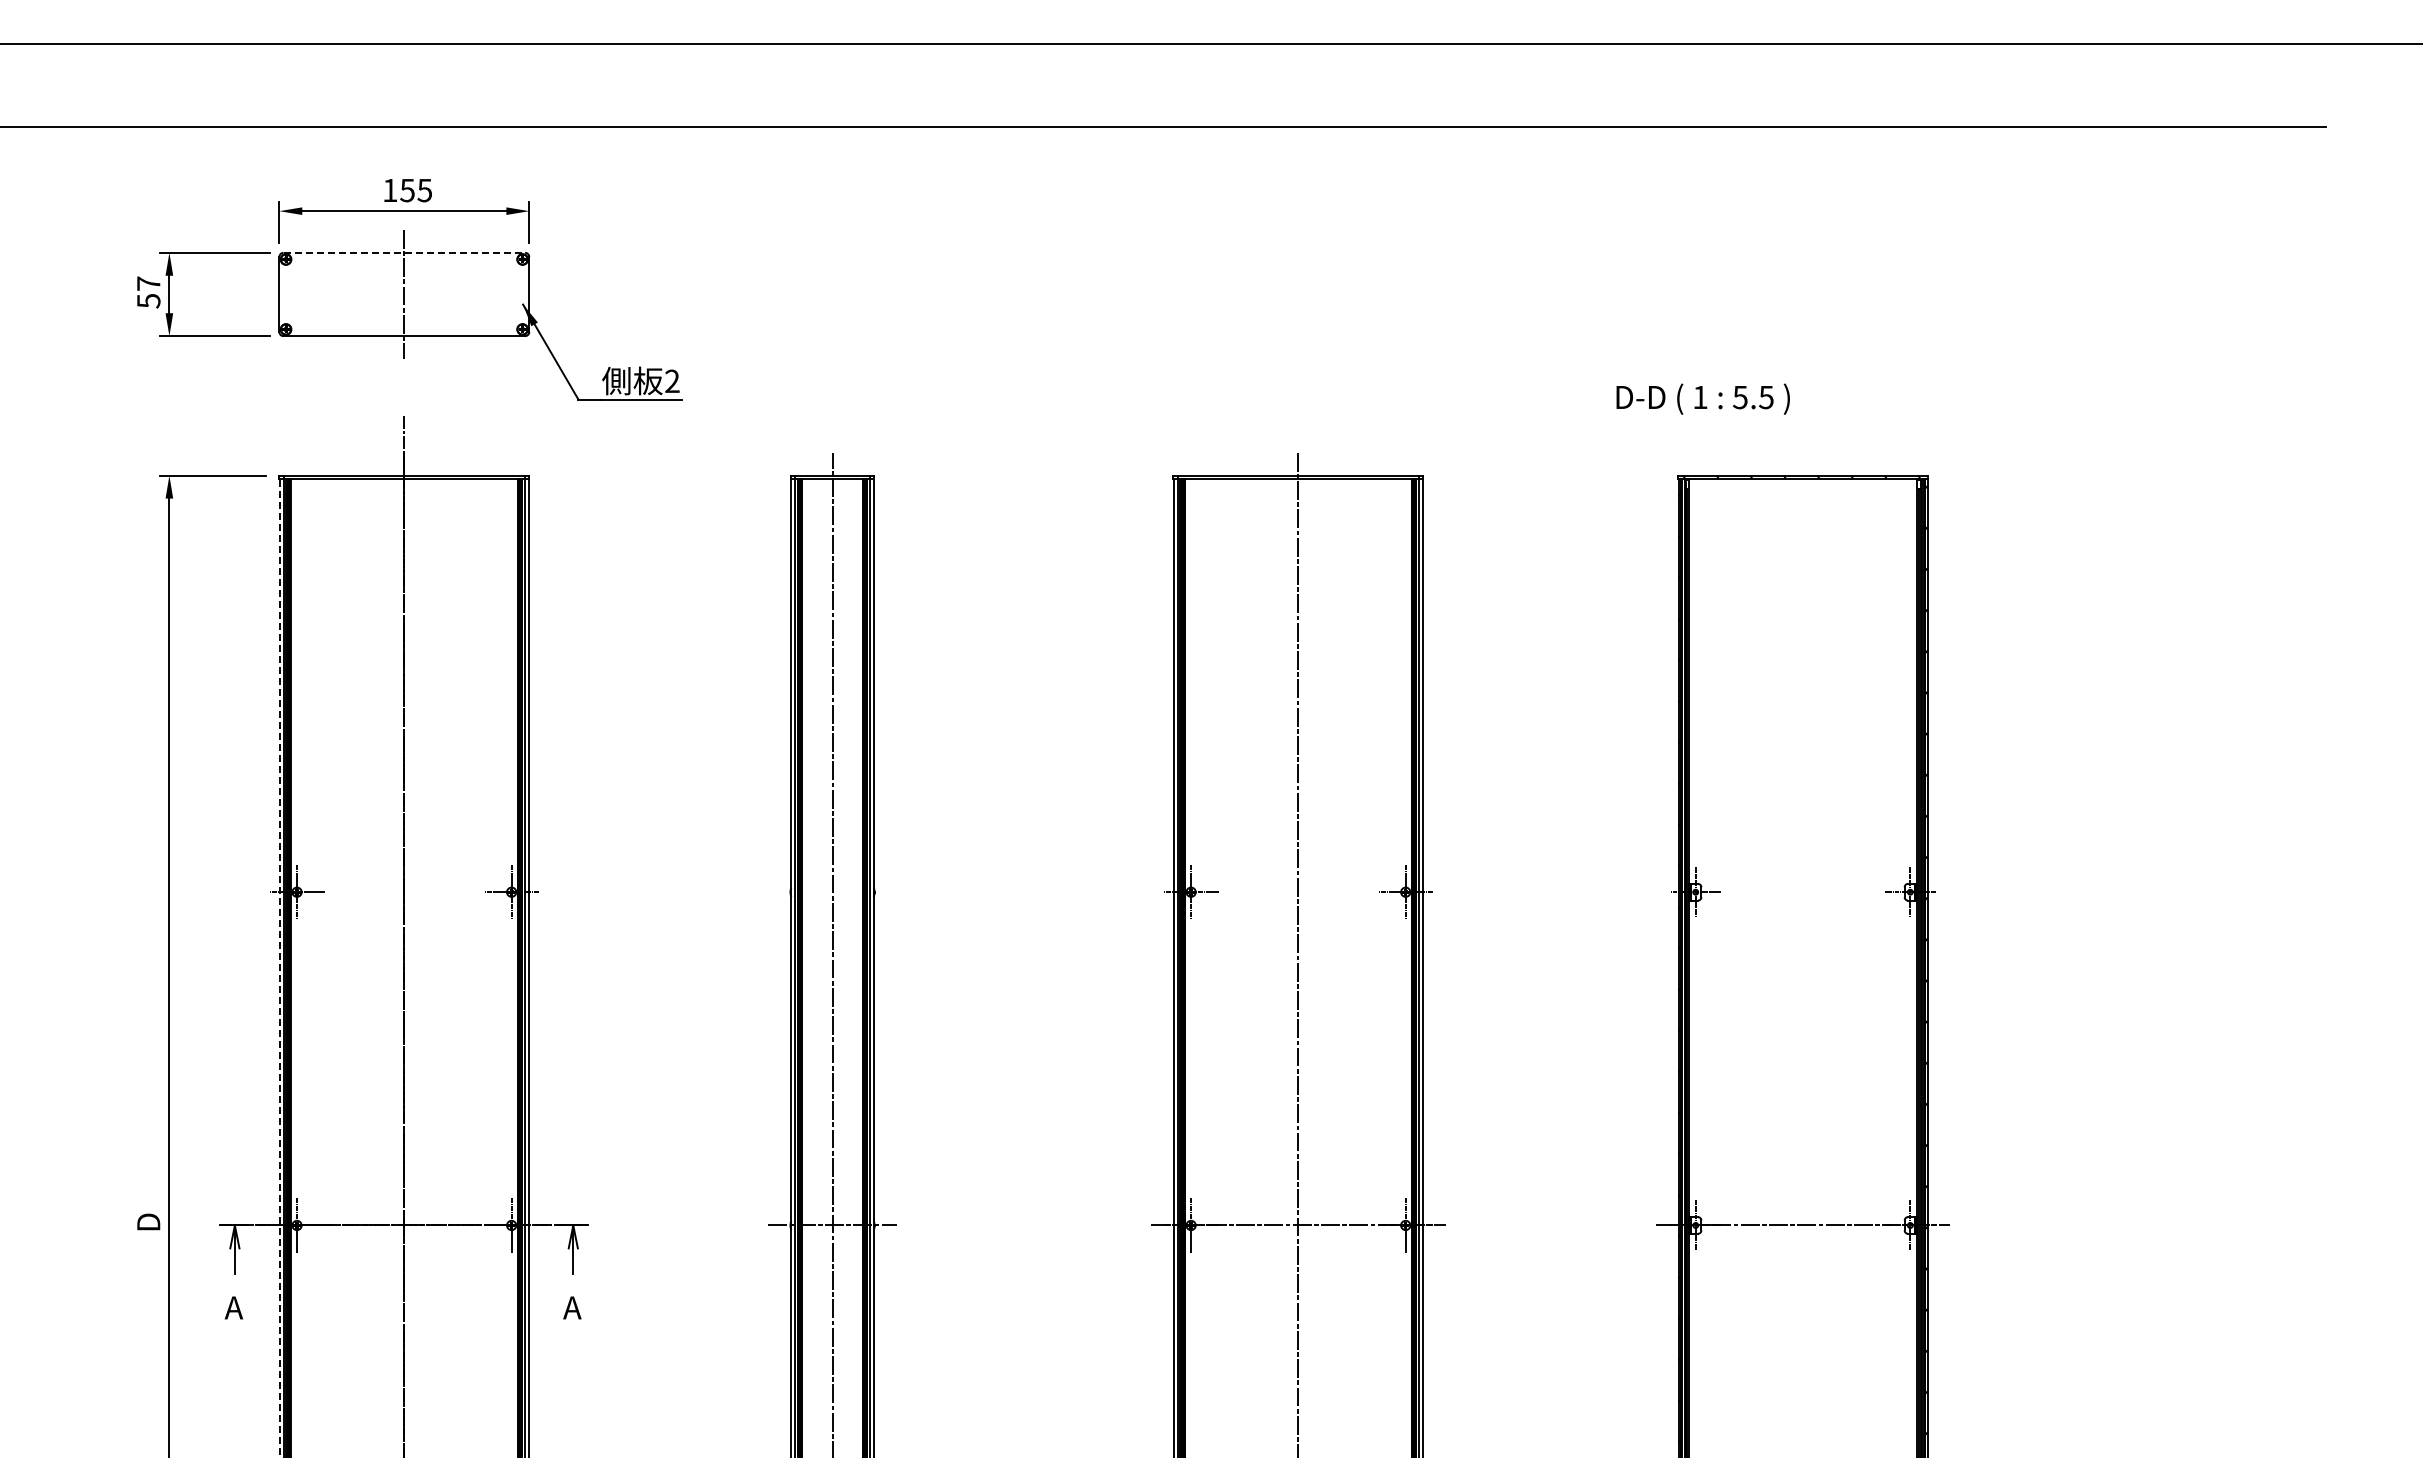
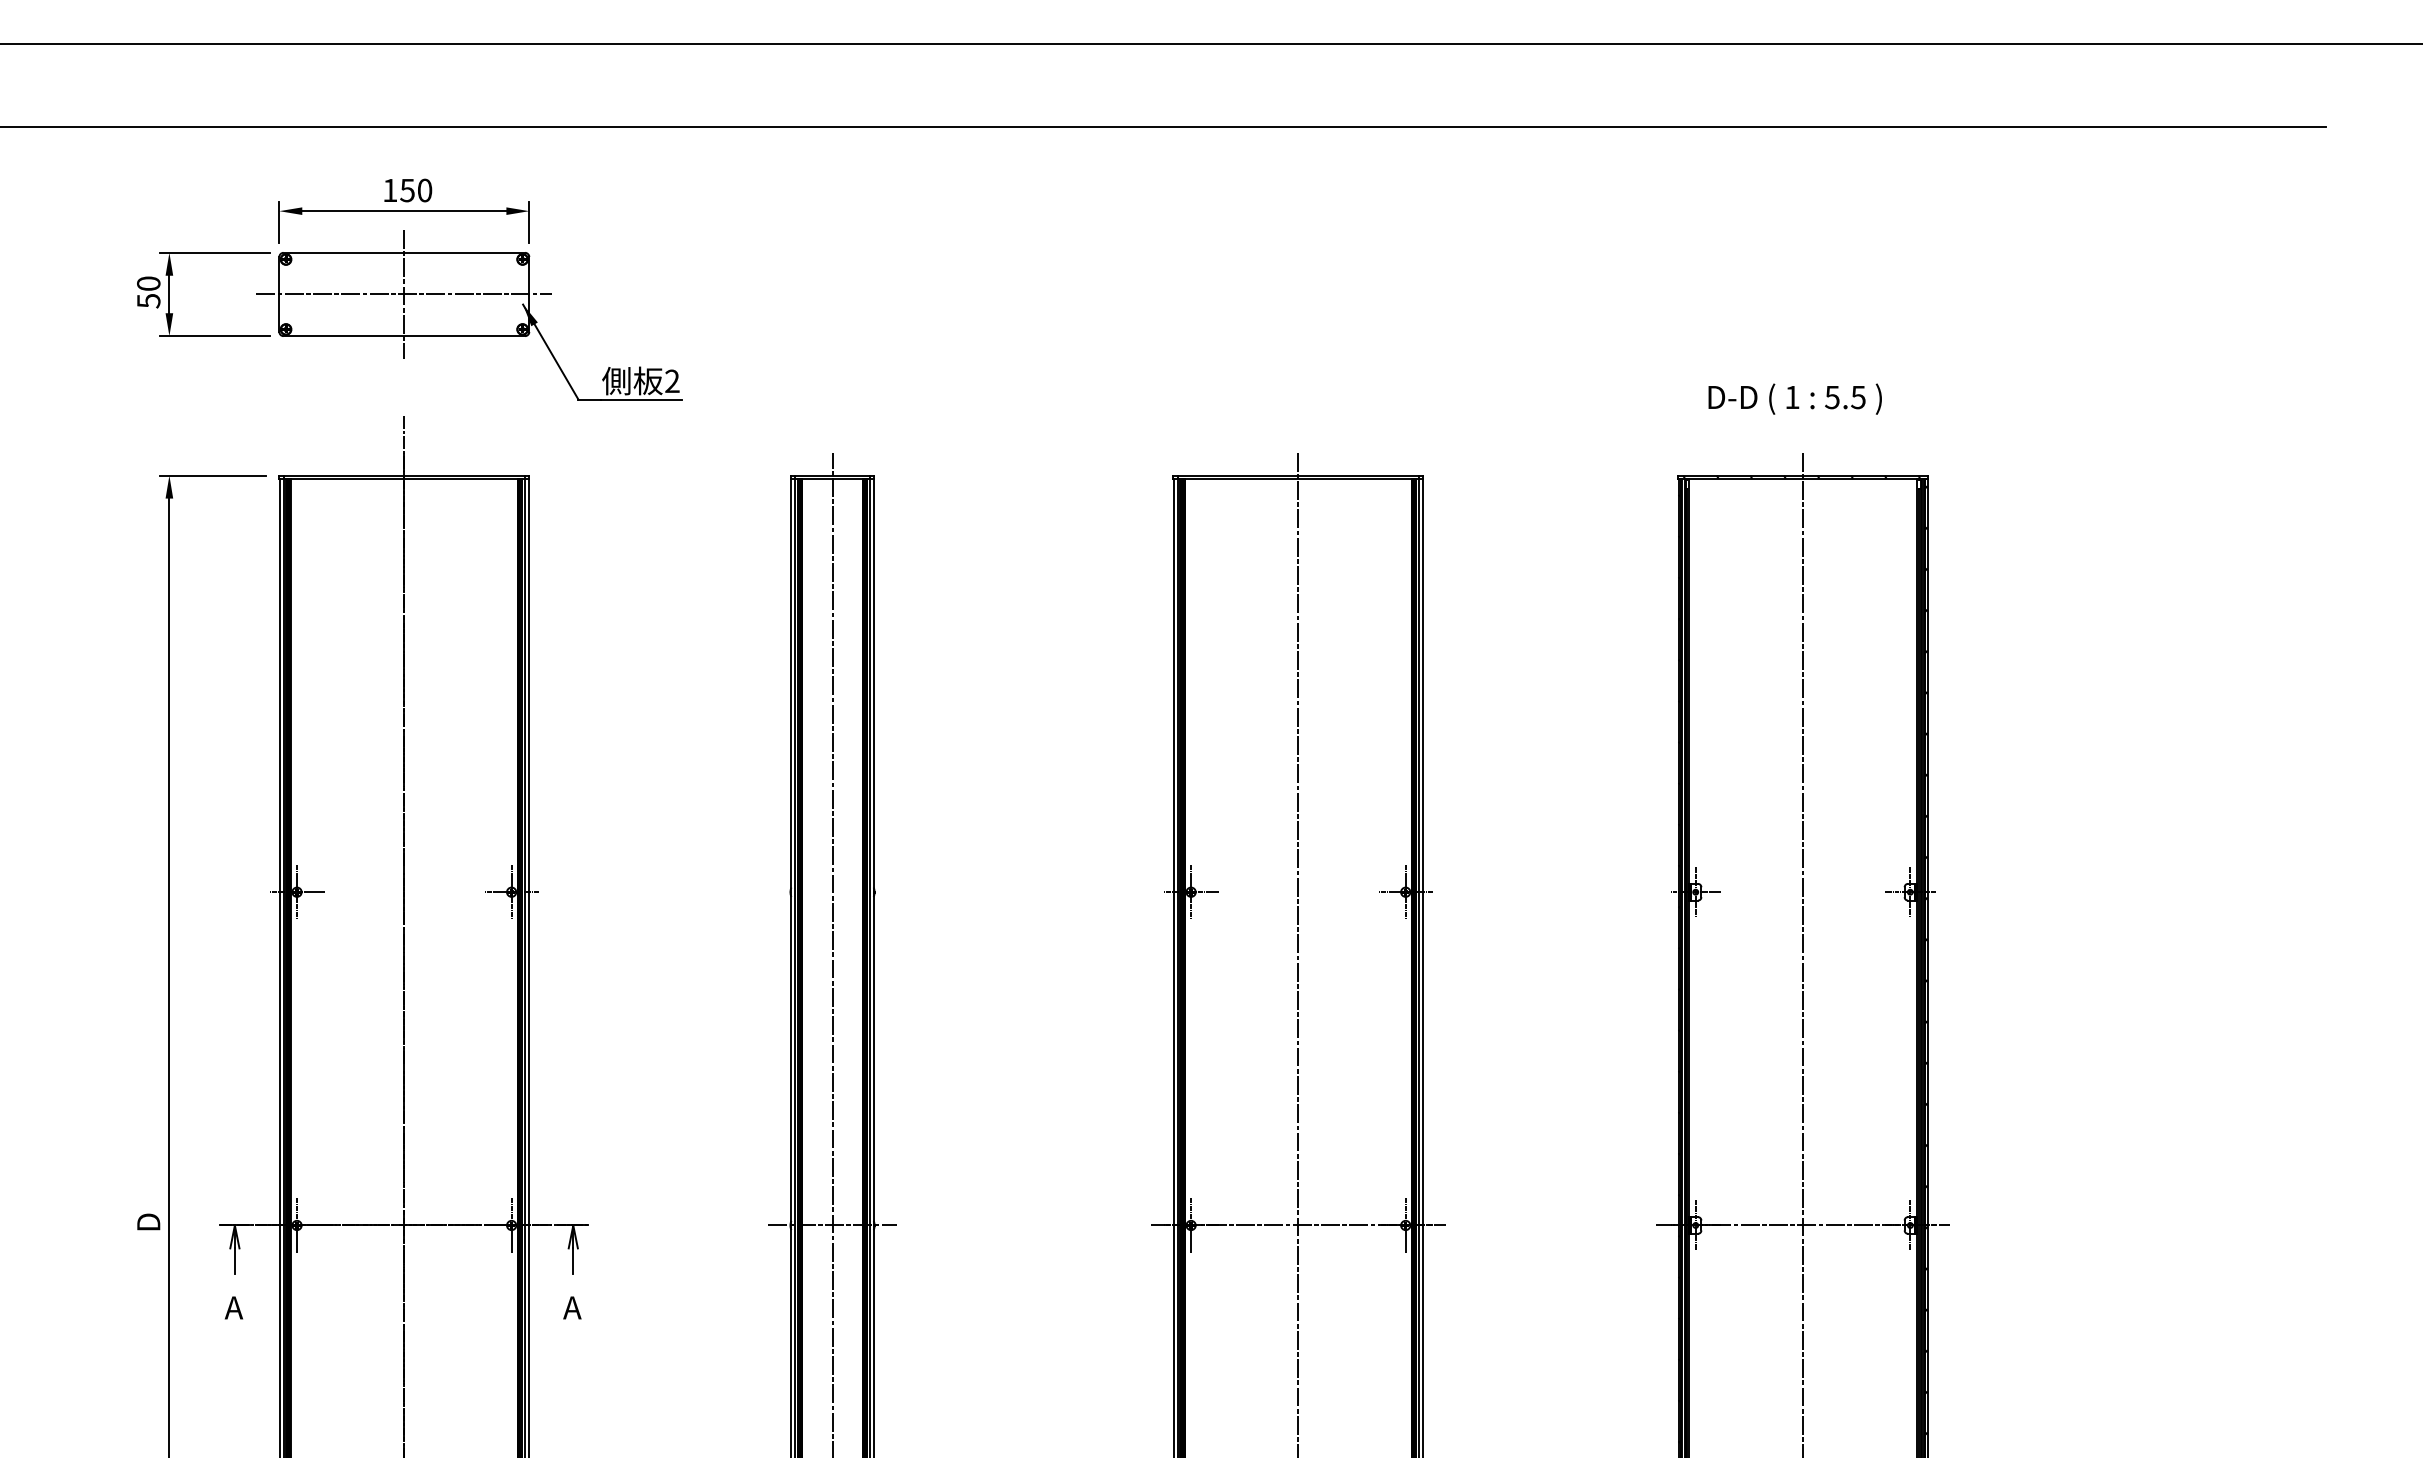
text at (424, 190): 155 -> 150
line at (404, 252): dashed -> solid
text at (148, 283): 57 -> 50
line at (404, 294): none -> present
text at (1702, 398) position: (1702, 398) -> (1794, 398)
line at (1803, 953): none -> present
line at (279, 967): dashed -> solid
